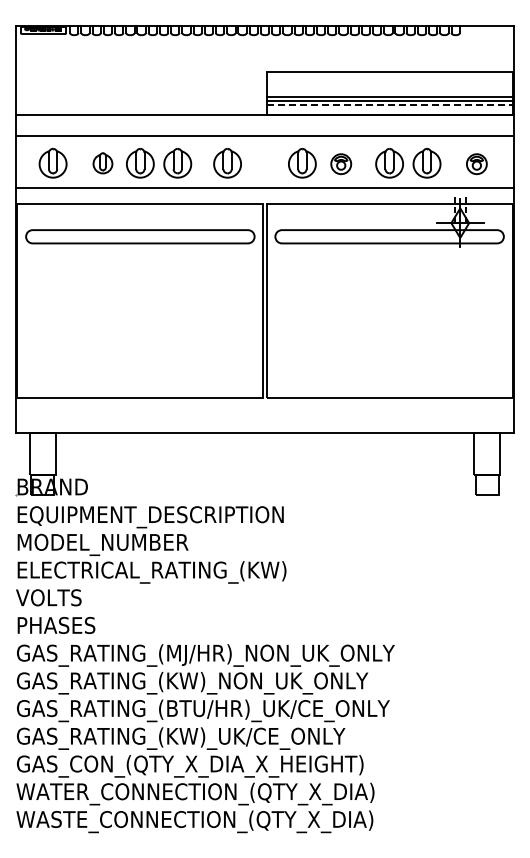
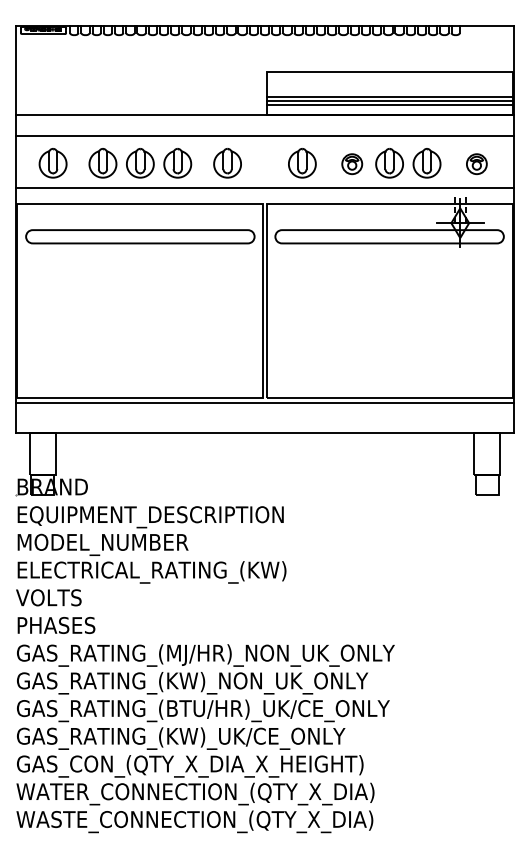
line at (389, 105): dashed -> solid
part at (102, 163) size: 22x23 px -> 30x31 px
part at (341, 164) position: (341, 164) -> (352, 164)
line at (264, 402): none -> present
